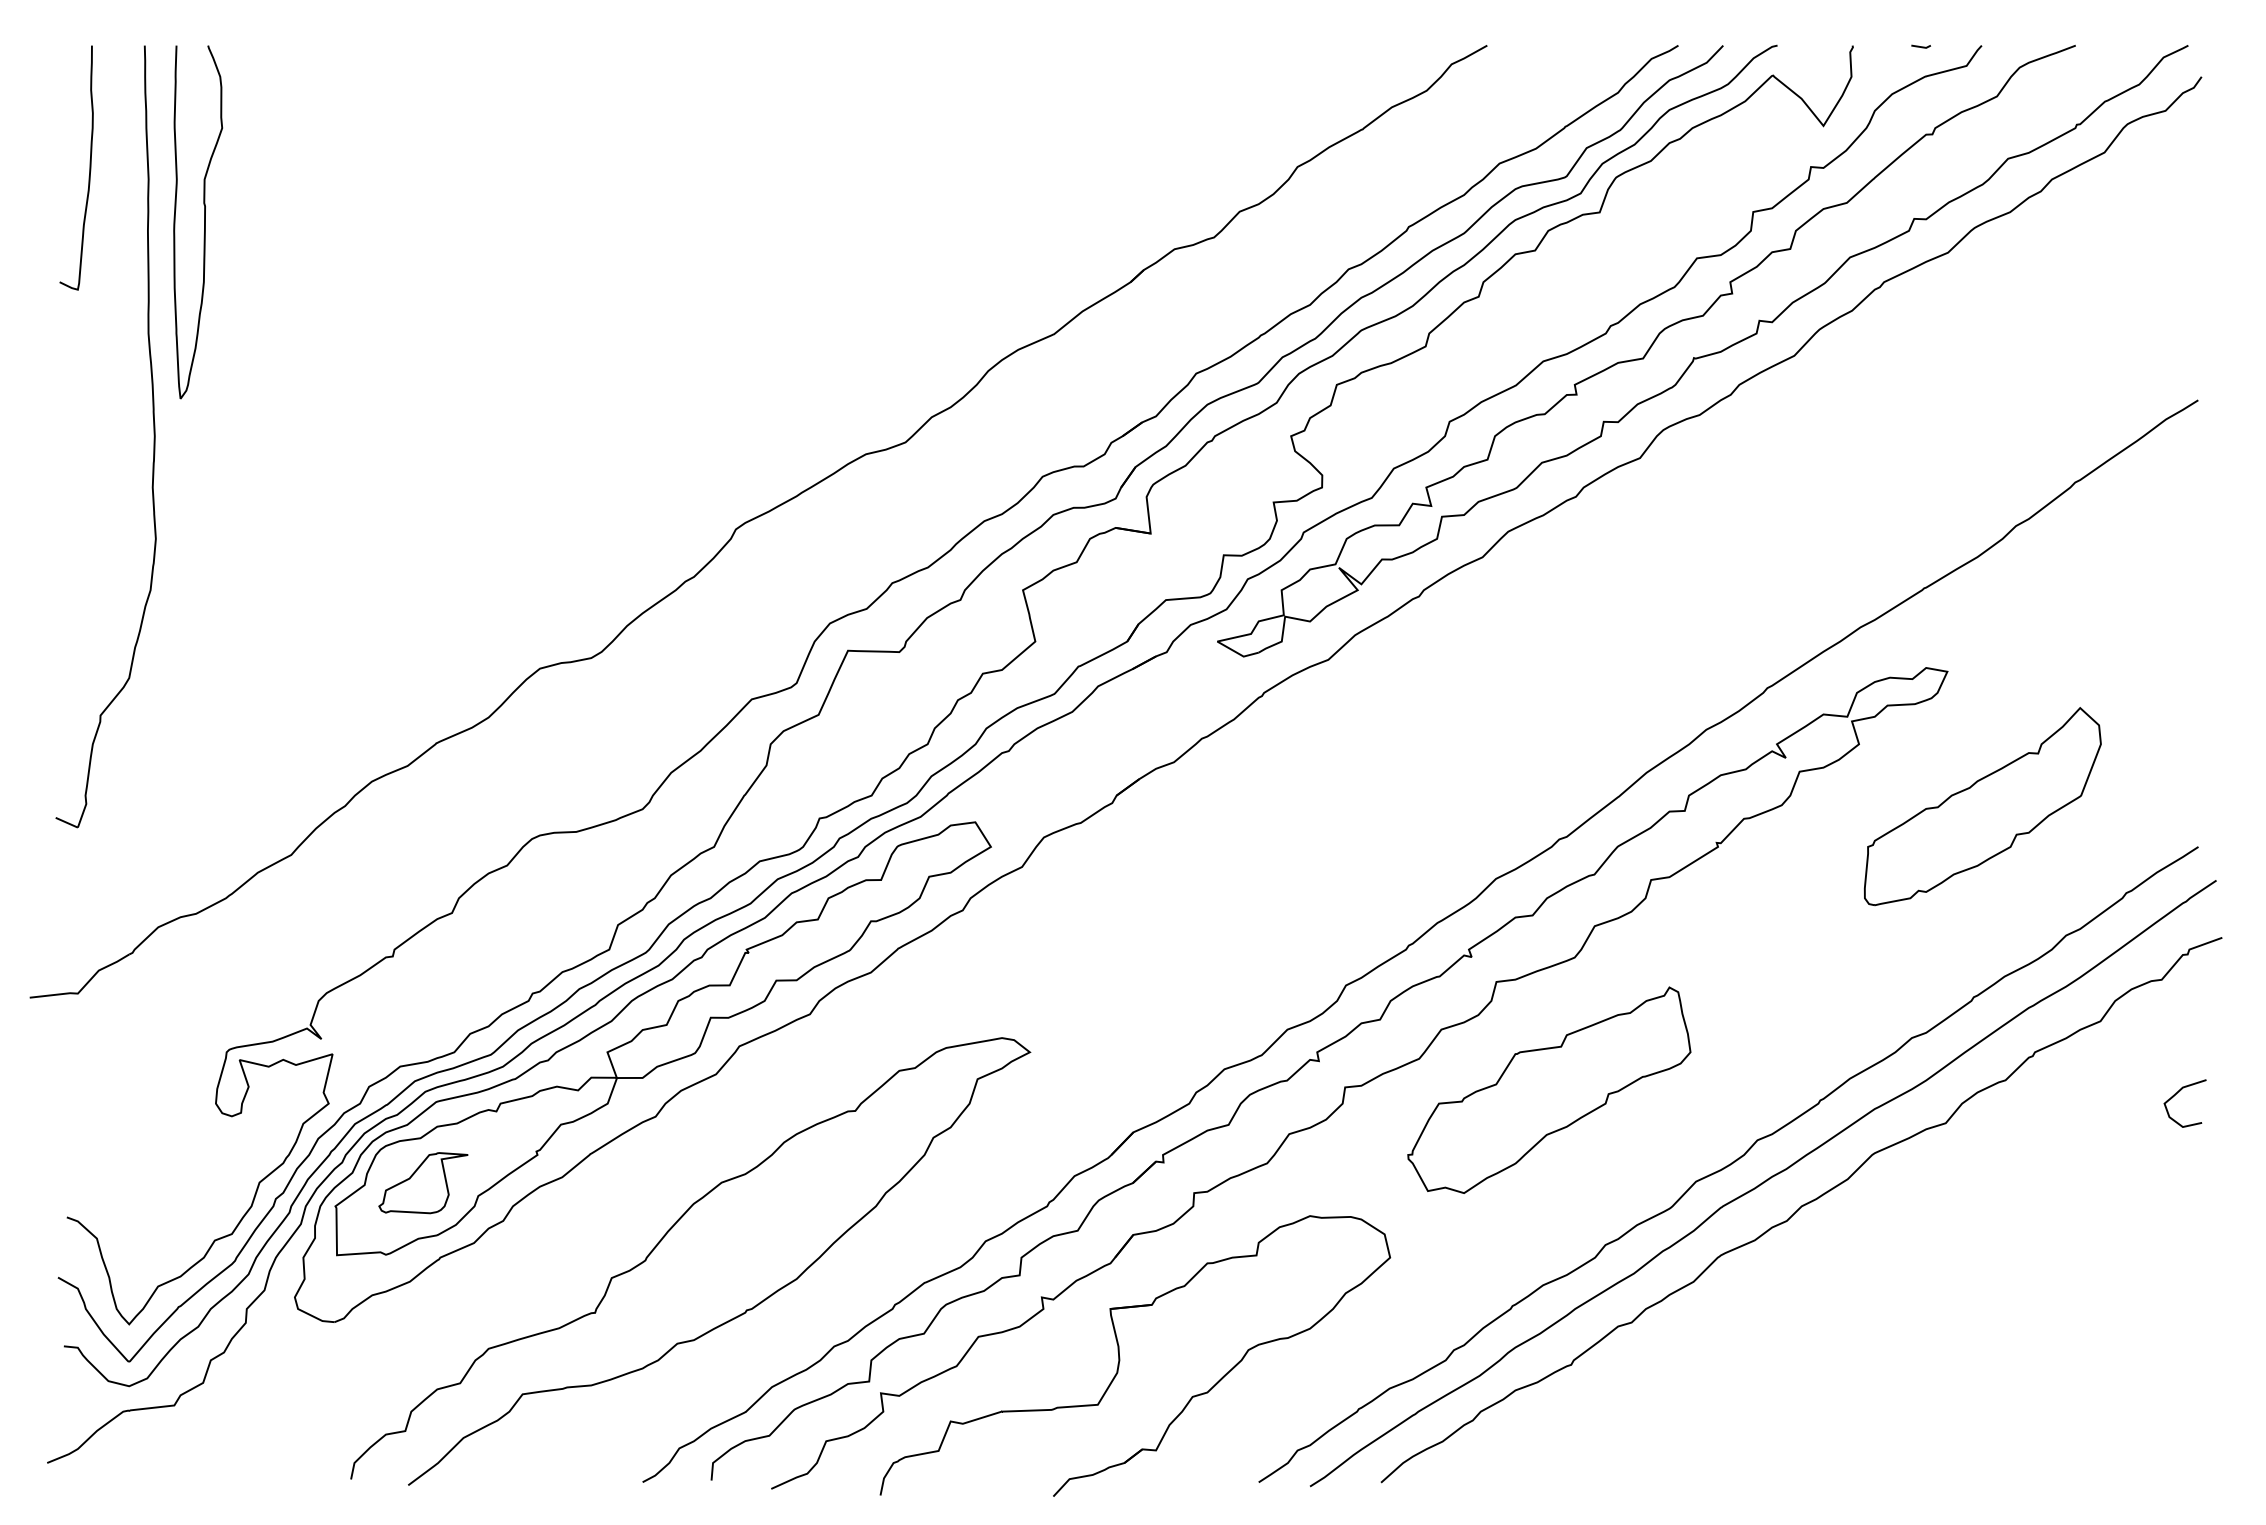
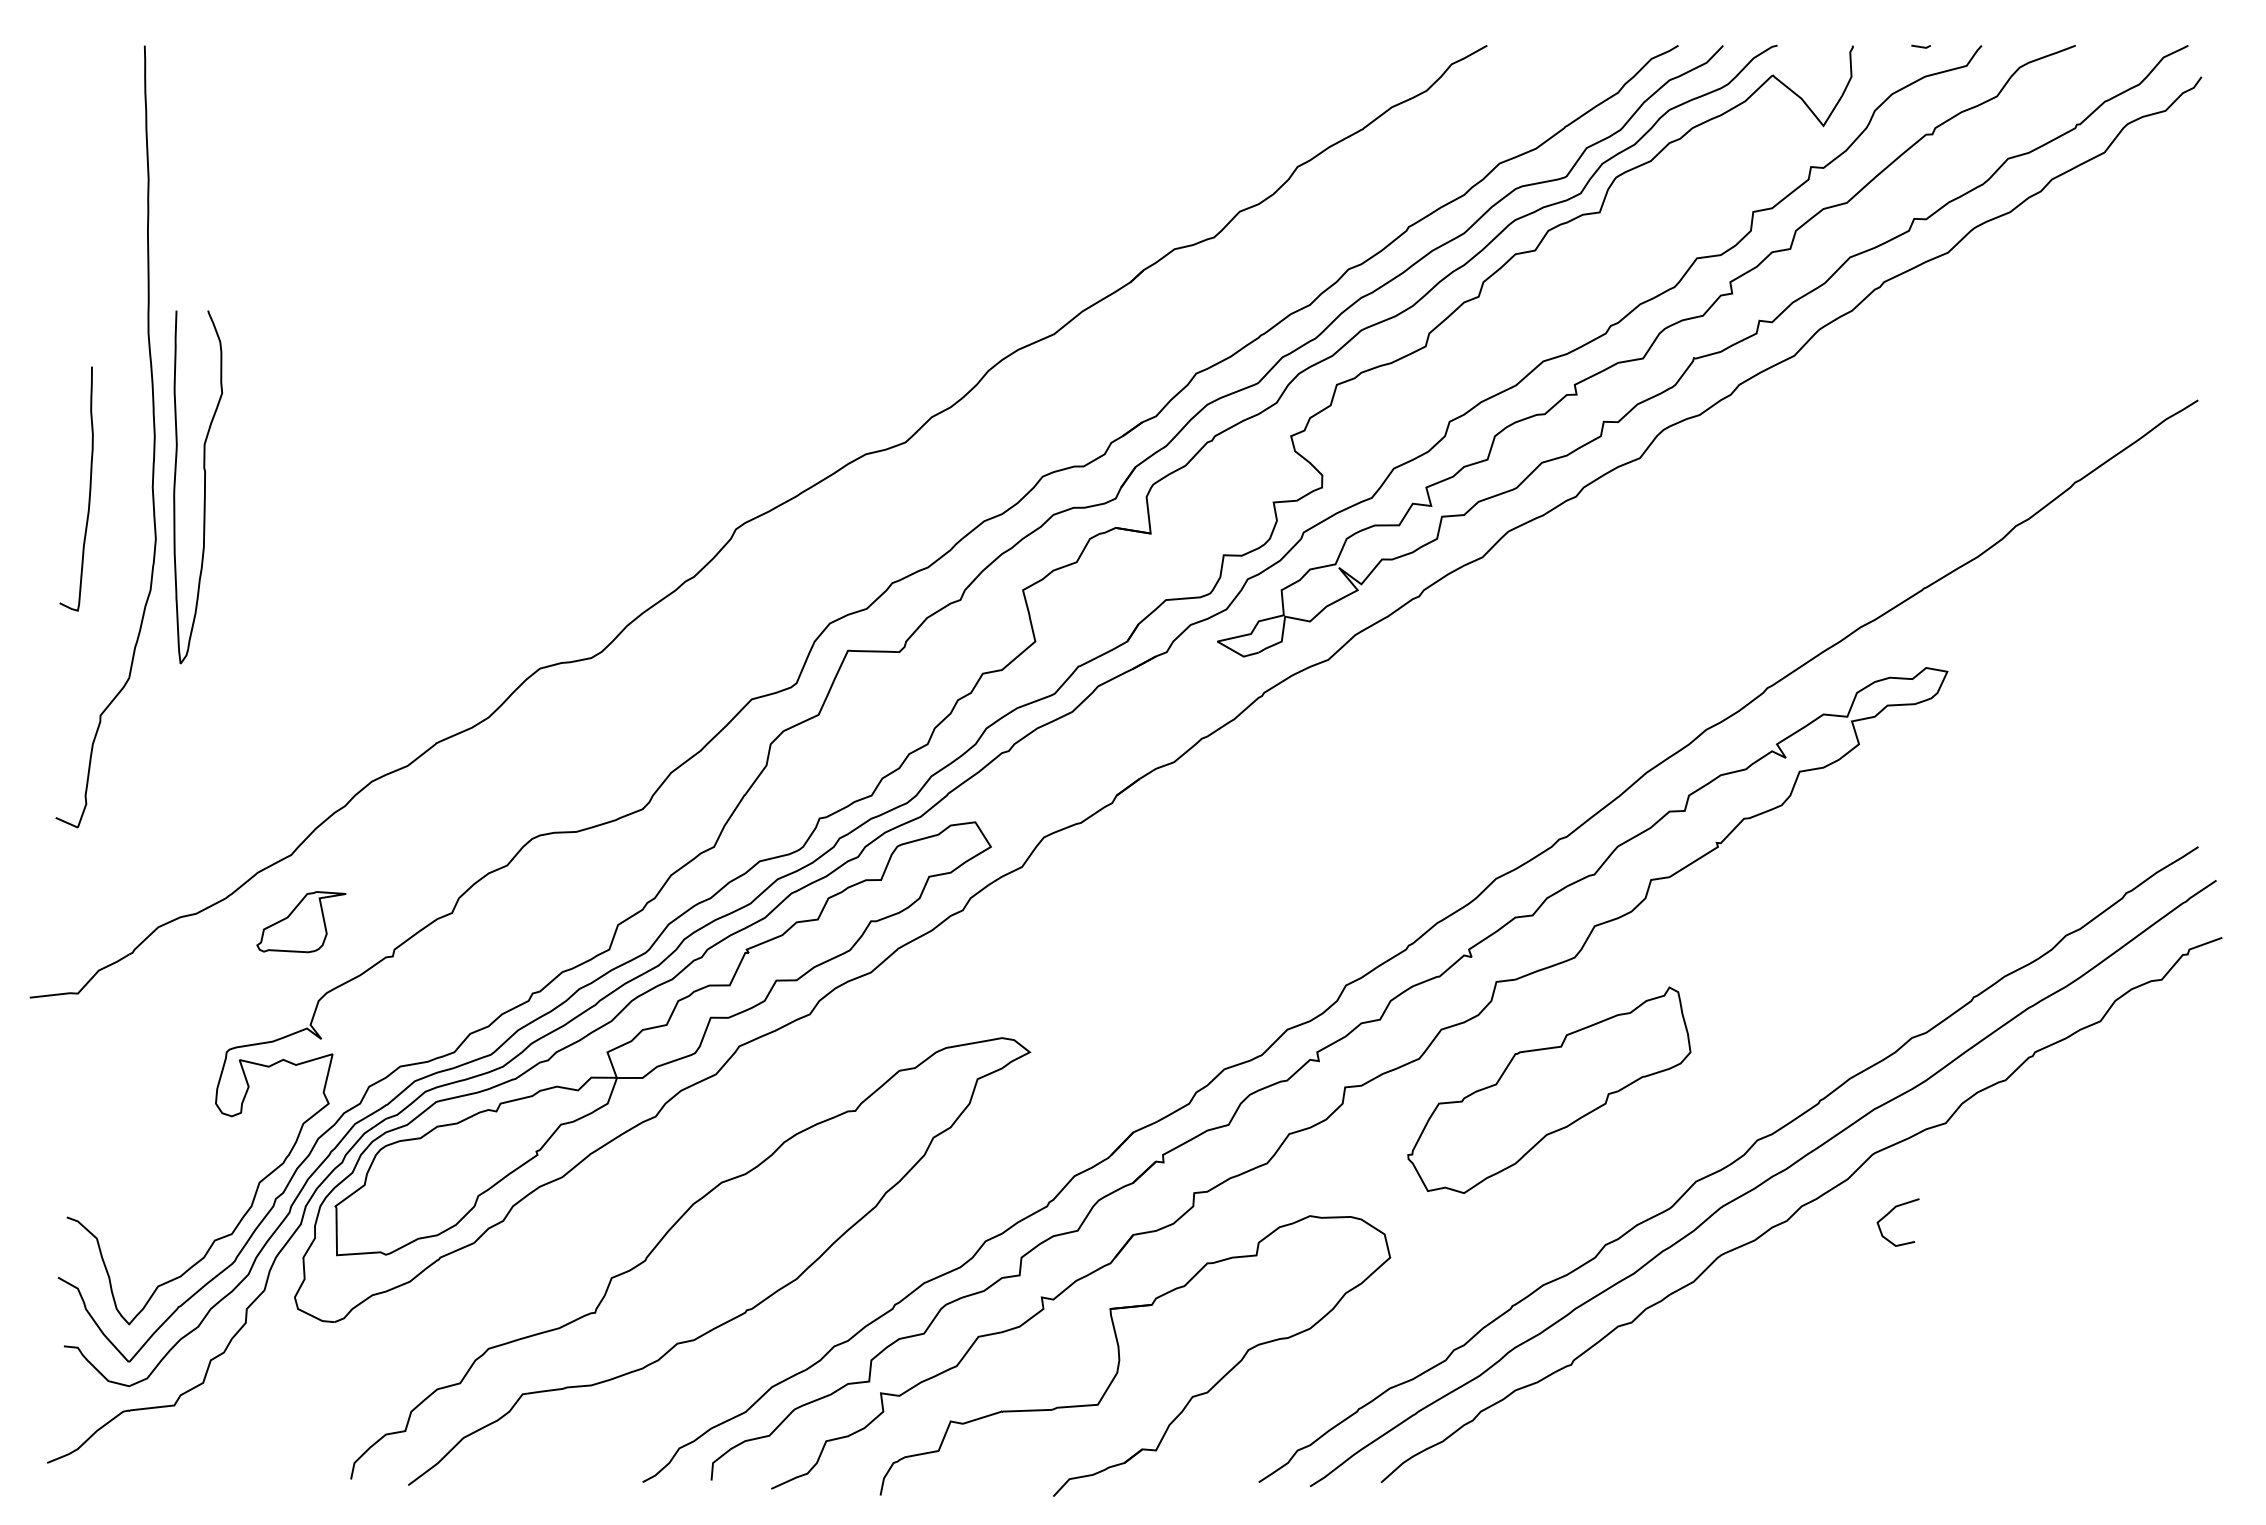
curve at (89, 167) position: (89, 167) -> (89, 488)
curve at (204, 222) position: (204, 222) -> (204, 487)
part at (1982, 806): present -> none
curve at (2176, 1094) position: (2176, 1094) -> (1889, 1213)
part at (423, 1183) position: (423, 1183) -> (301, 922)
